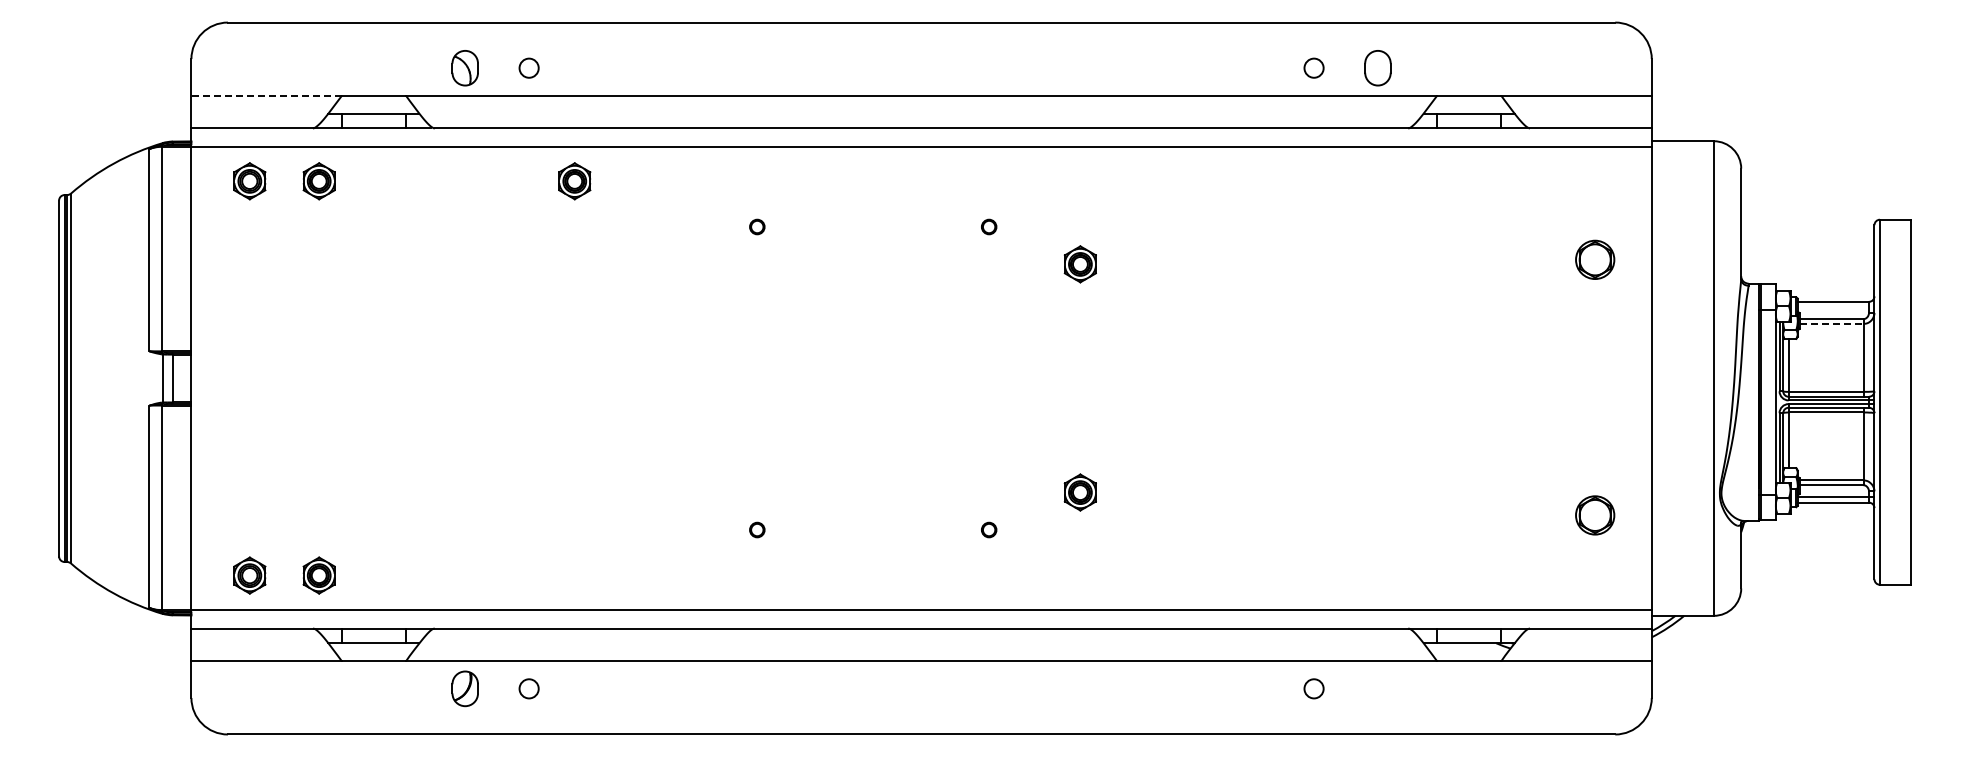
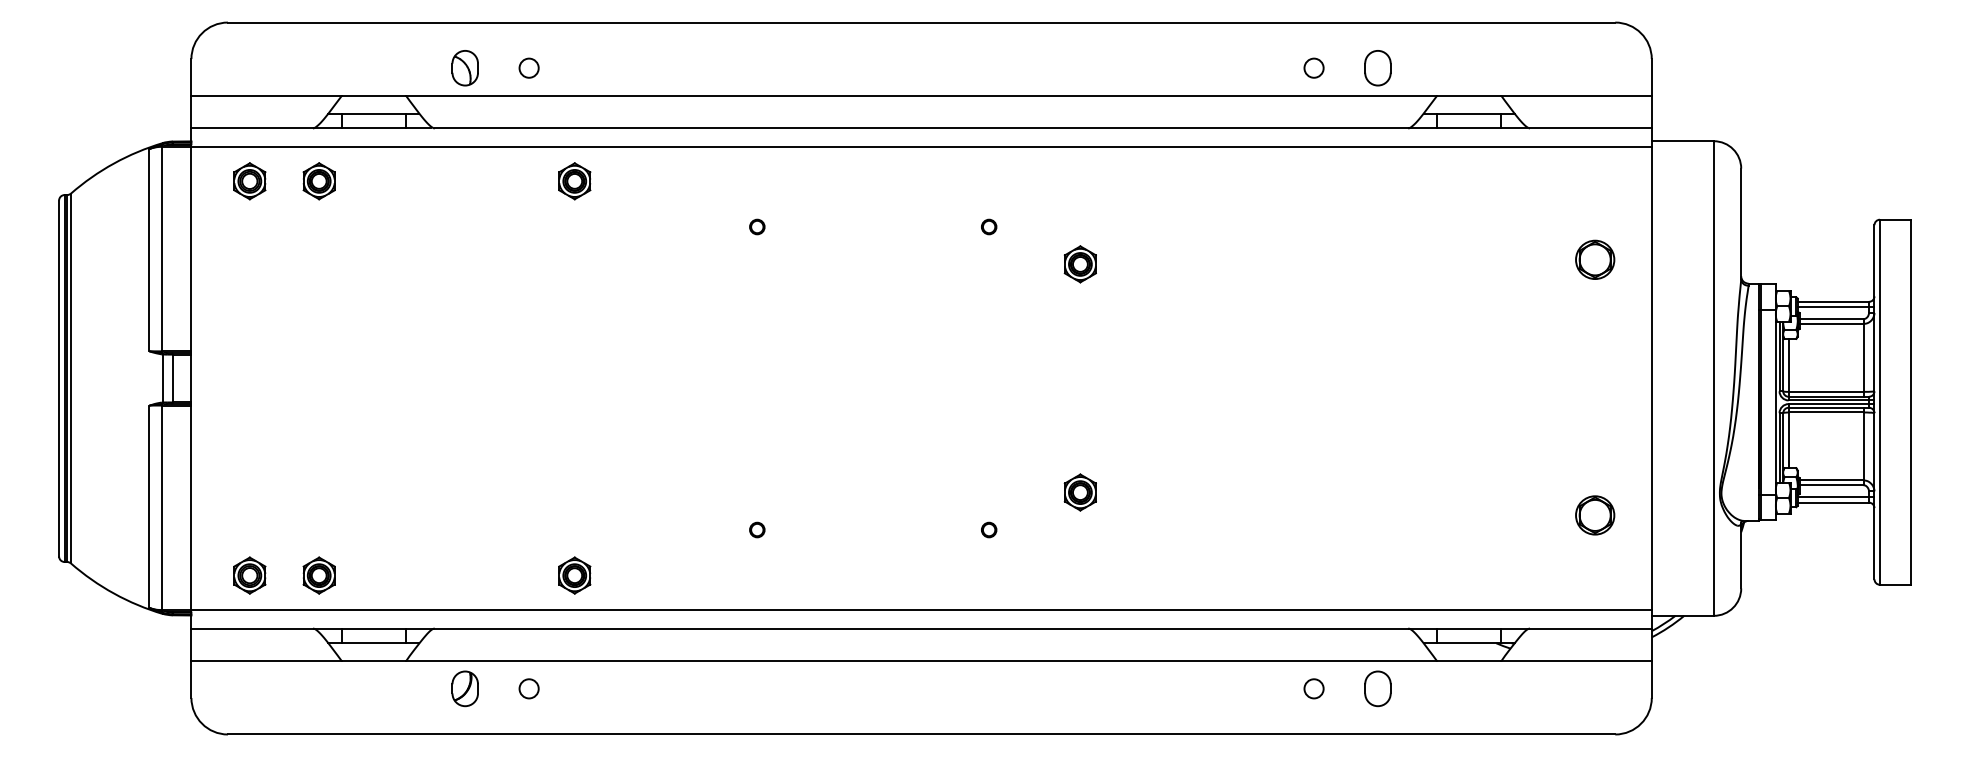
line at (266, 95): dashed -> solid
line at (1835, 307): none -> present
line at (1831, 323): dashed -> solid
part at (574, 575): none -> present
part at (1377, 688): none -> present
